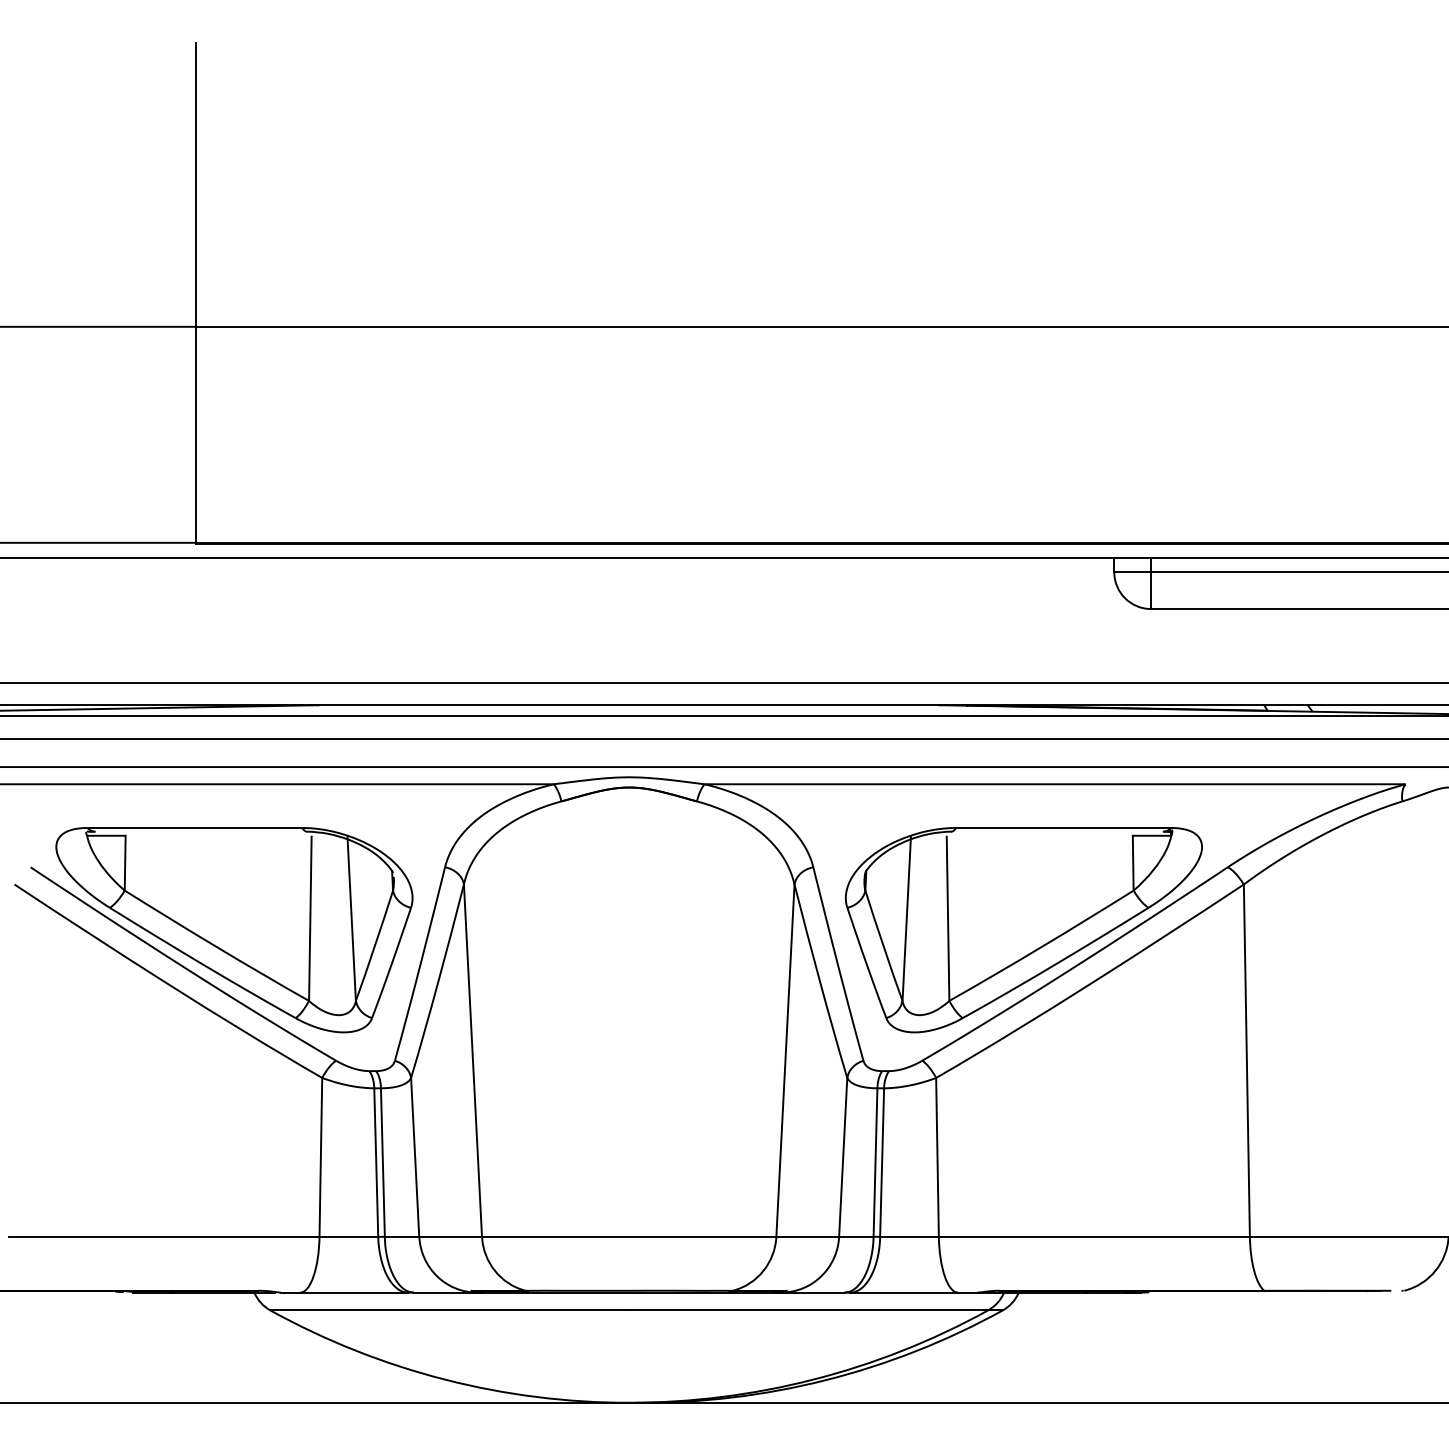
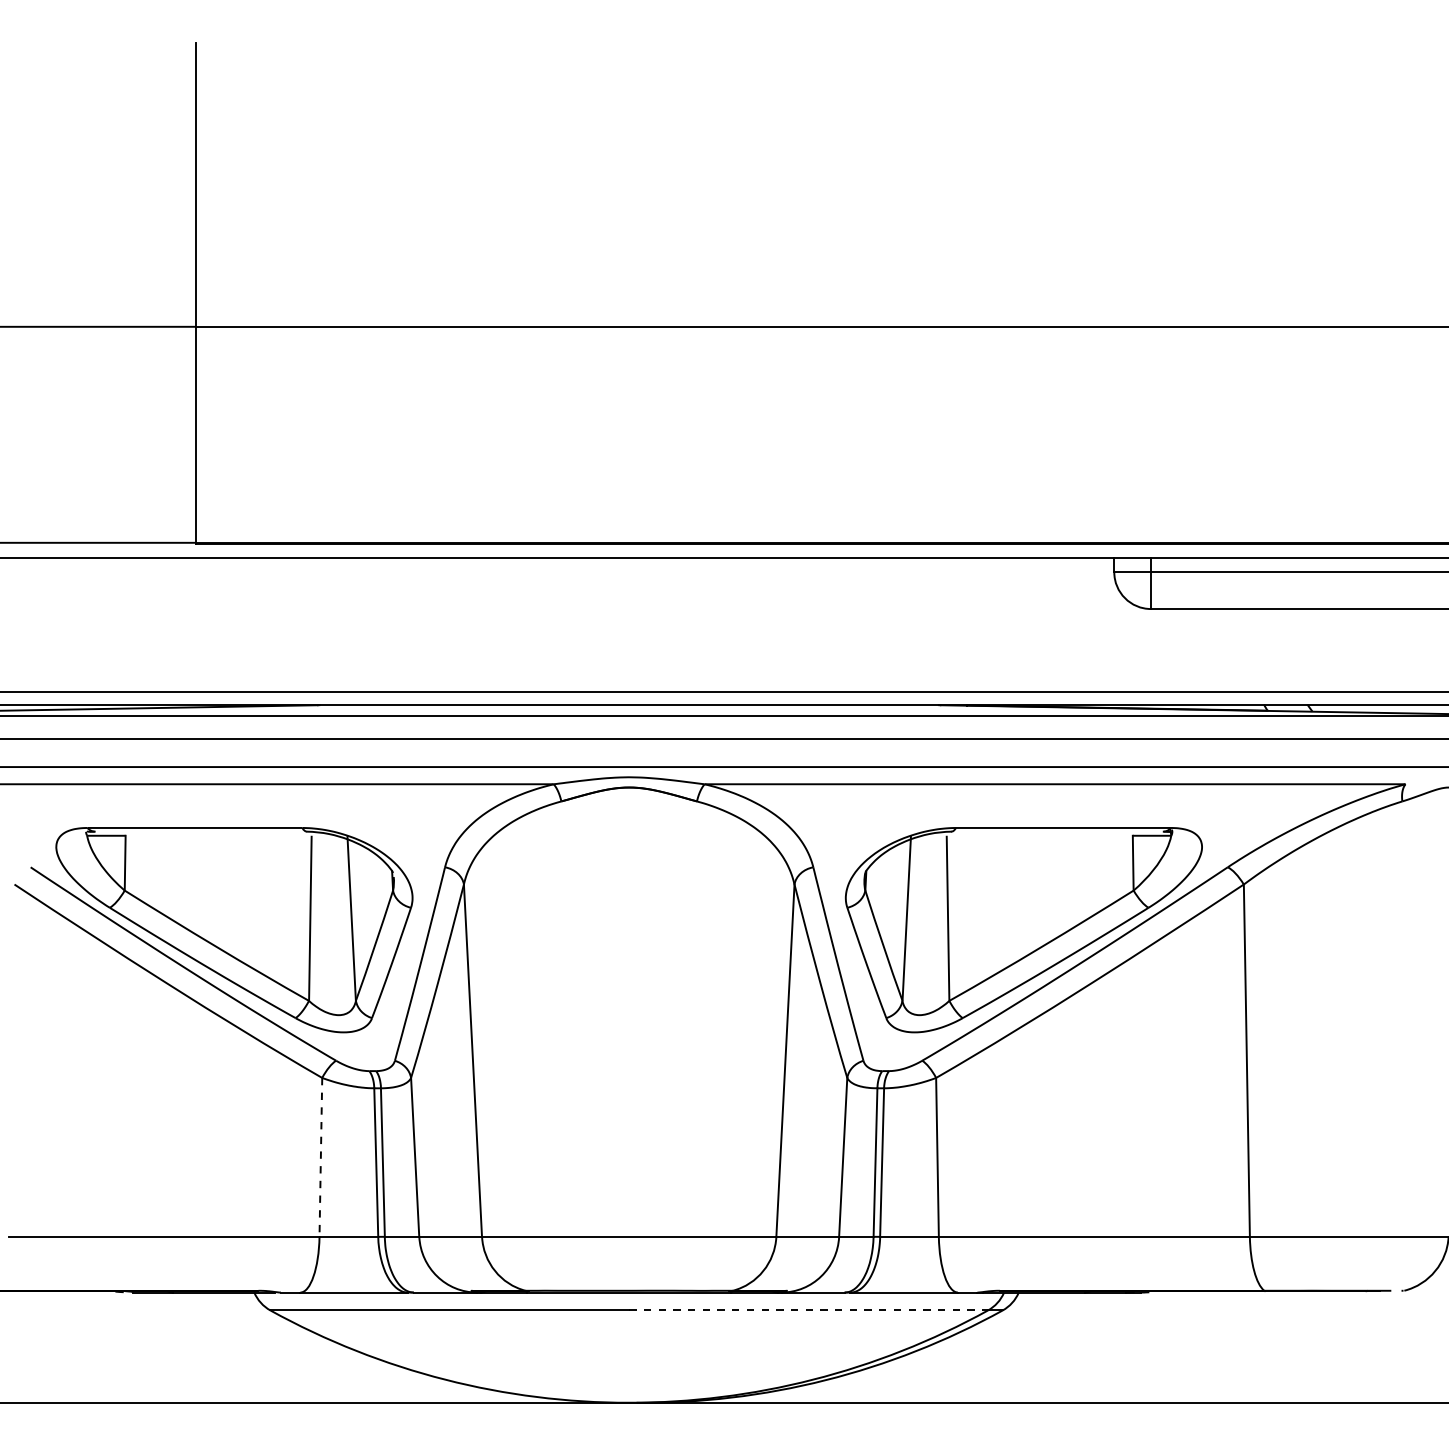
line at (723, 682) position: (723, 682) -> (723, 691)
line at (320, 1157): solid -> dashed
line at (809, 1310): solid -> dashed
